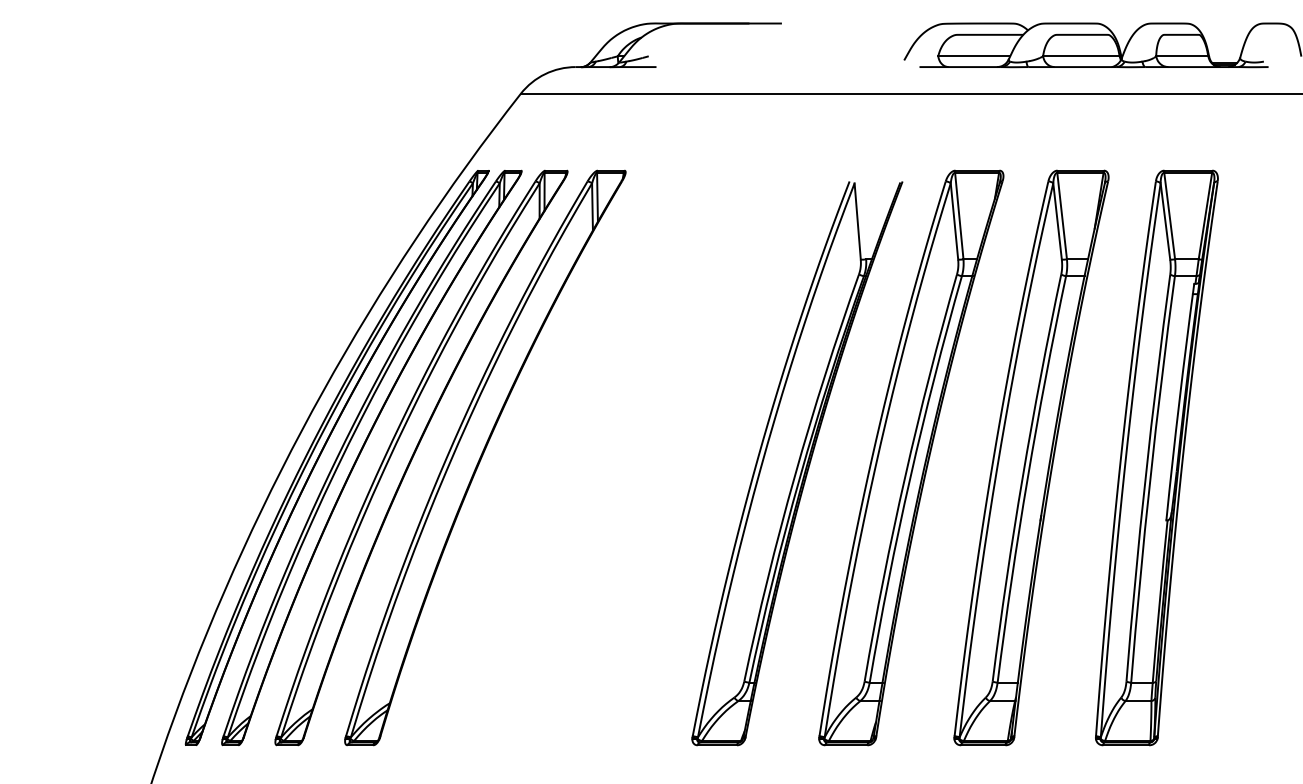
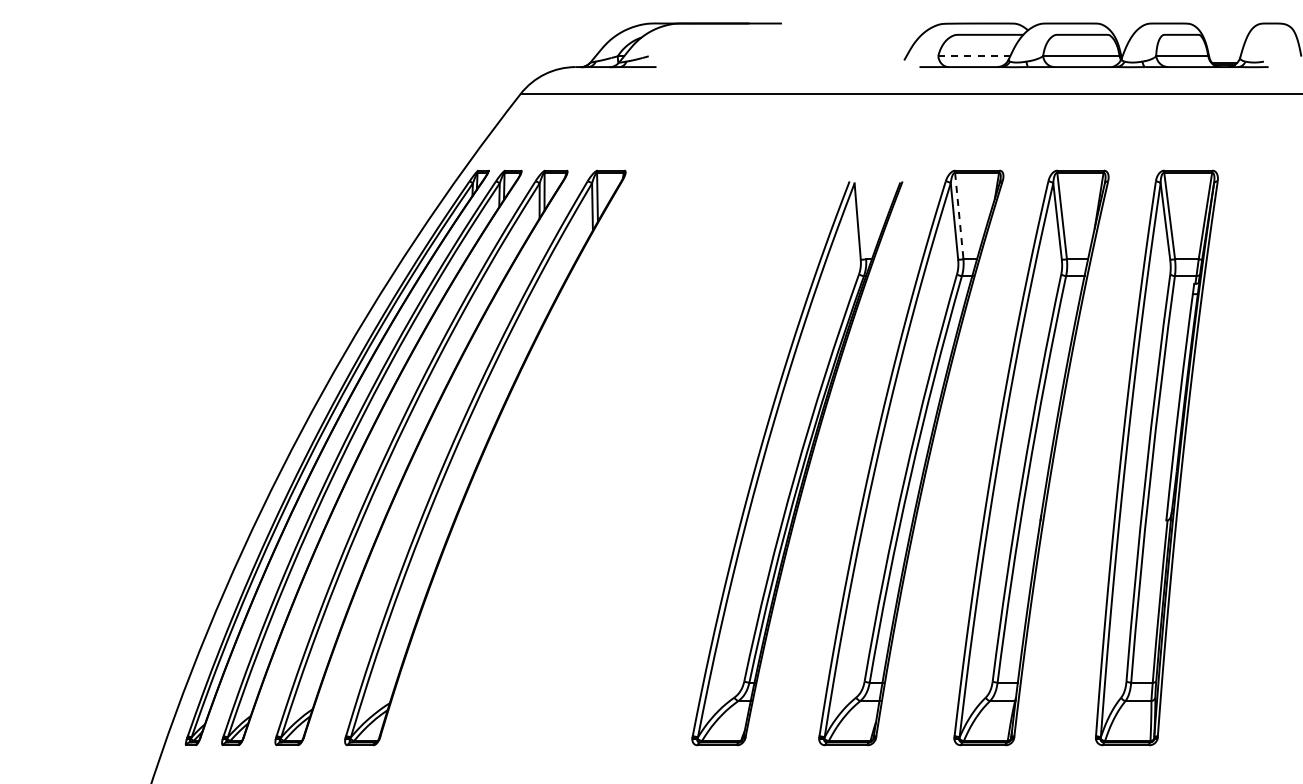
line at (974, 56): solid -> dashed
line at (959, 216): solid -> dashed
